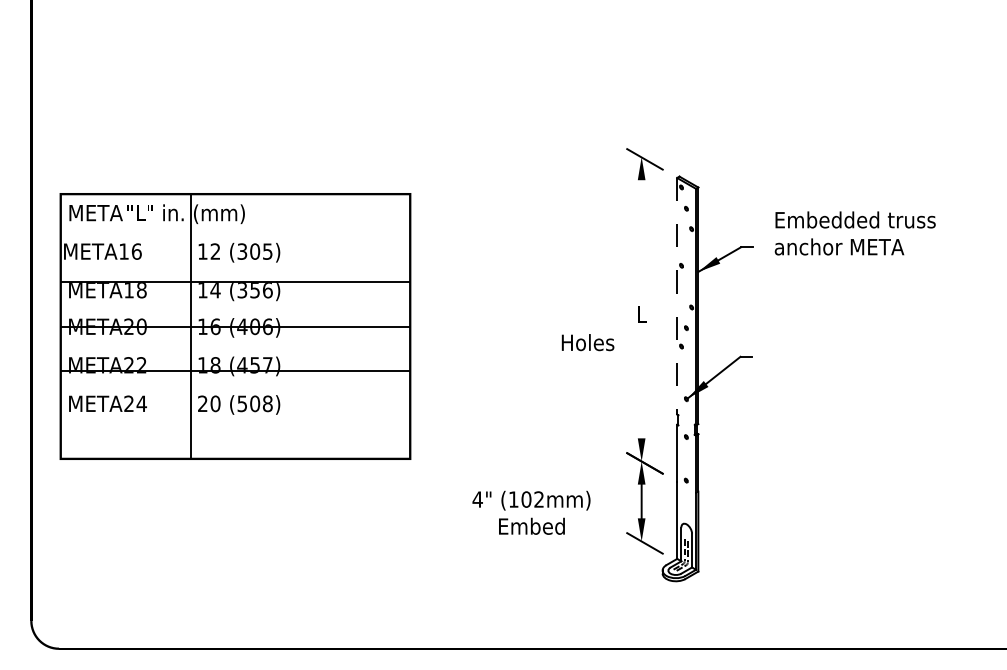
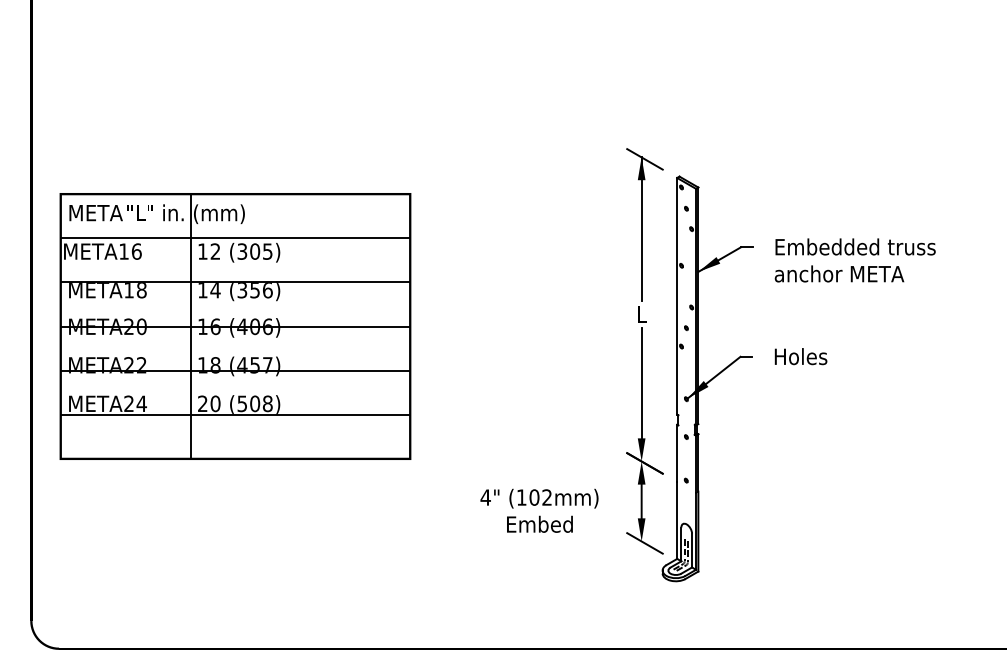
line at (641, 228): none -> present
text at (854, 233) position: (854, 233) -> (854, 260)
line at (235, 238): none -> present
line at (677, 296): dashed -> solid
text at (587, 342) position: (587, 342) -> (800, 356)
line at (641, 382): none -> present
line at (235, 414): none -> present
text at (531, 512) position: (531, 512) -> (539, 510)
